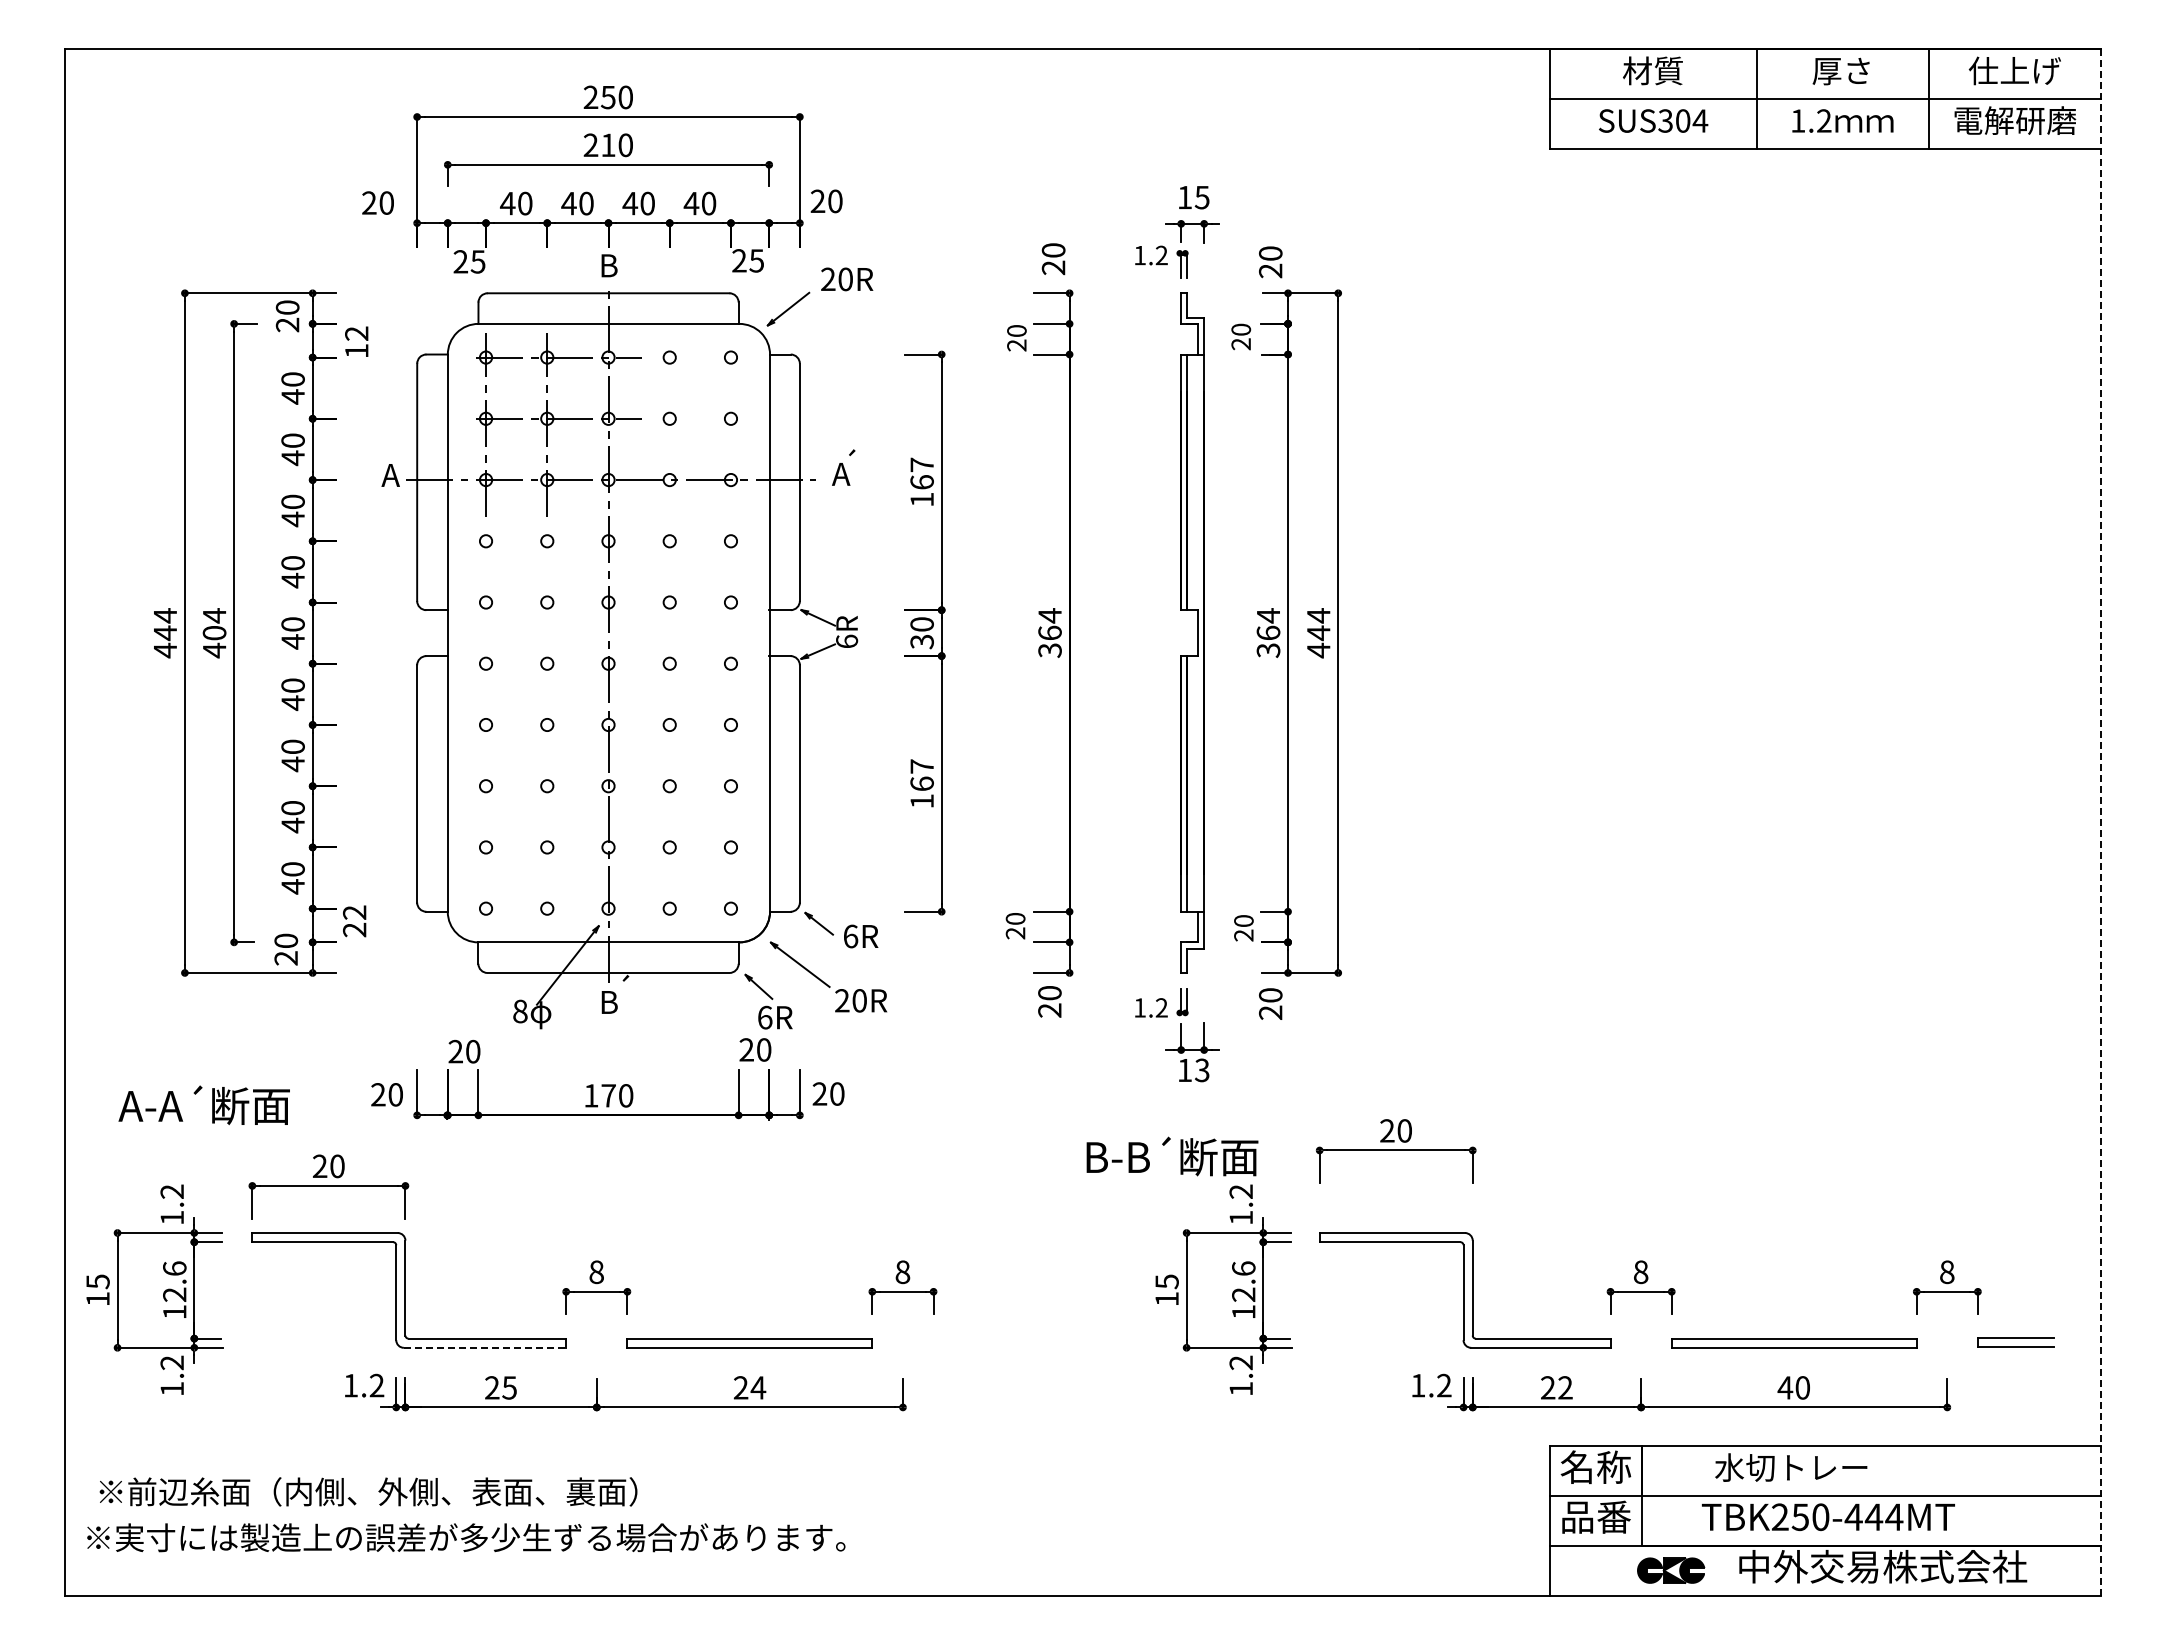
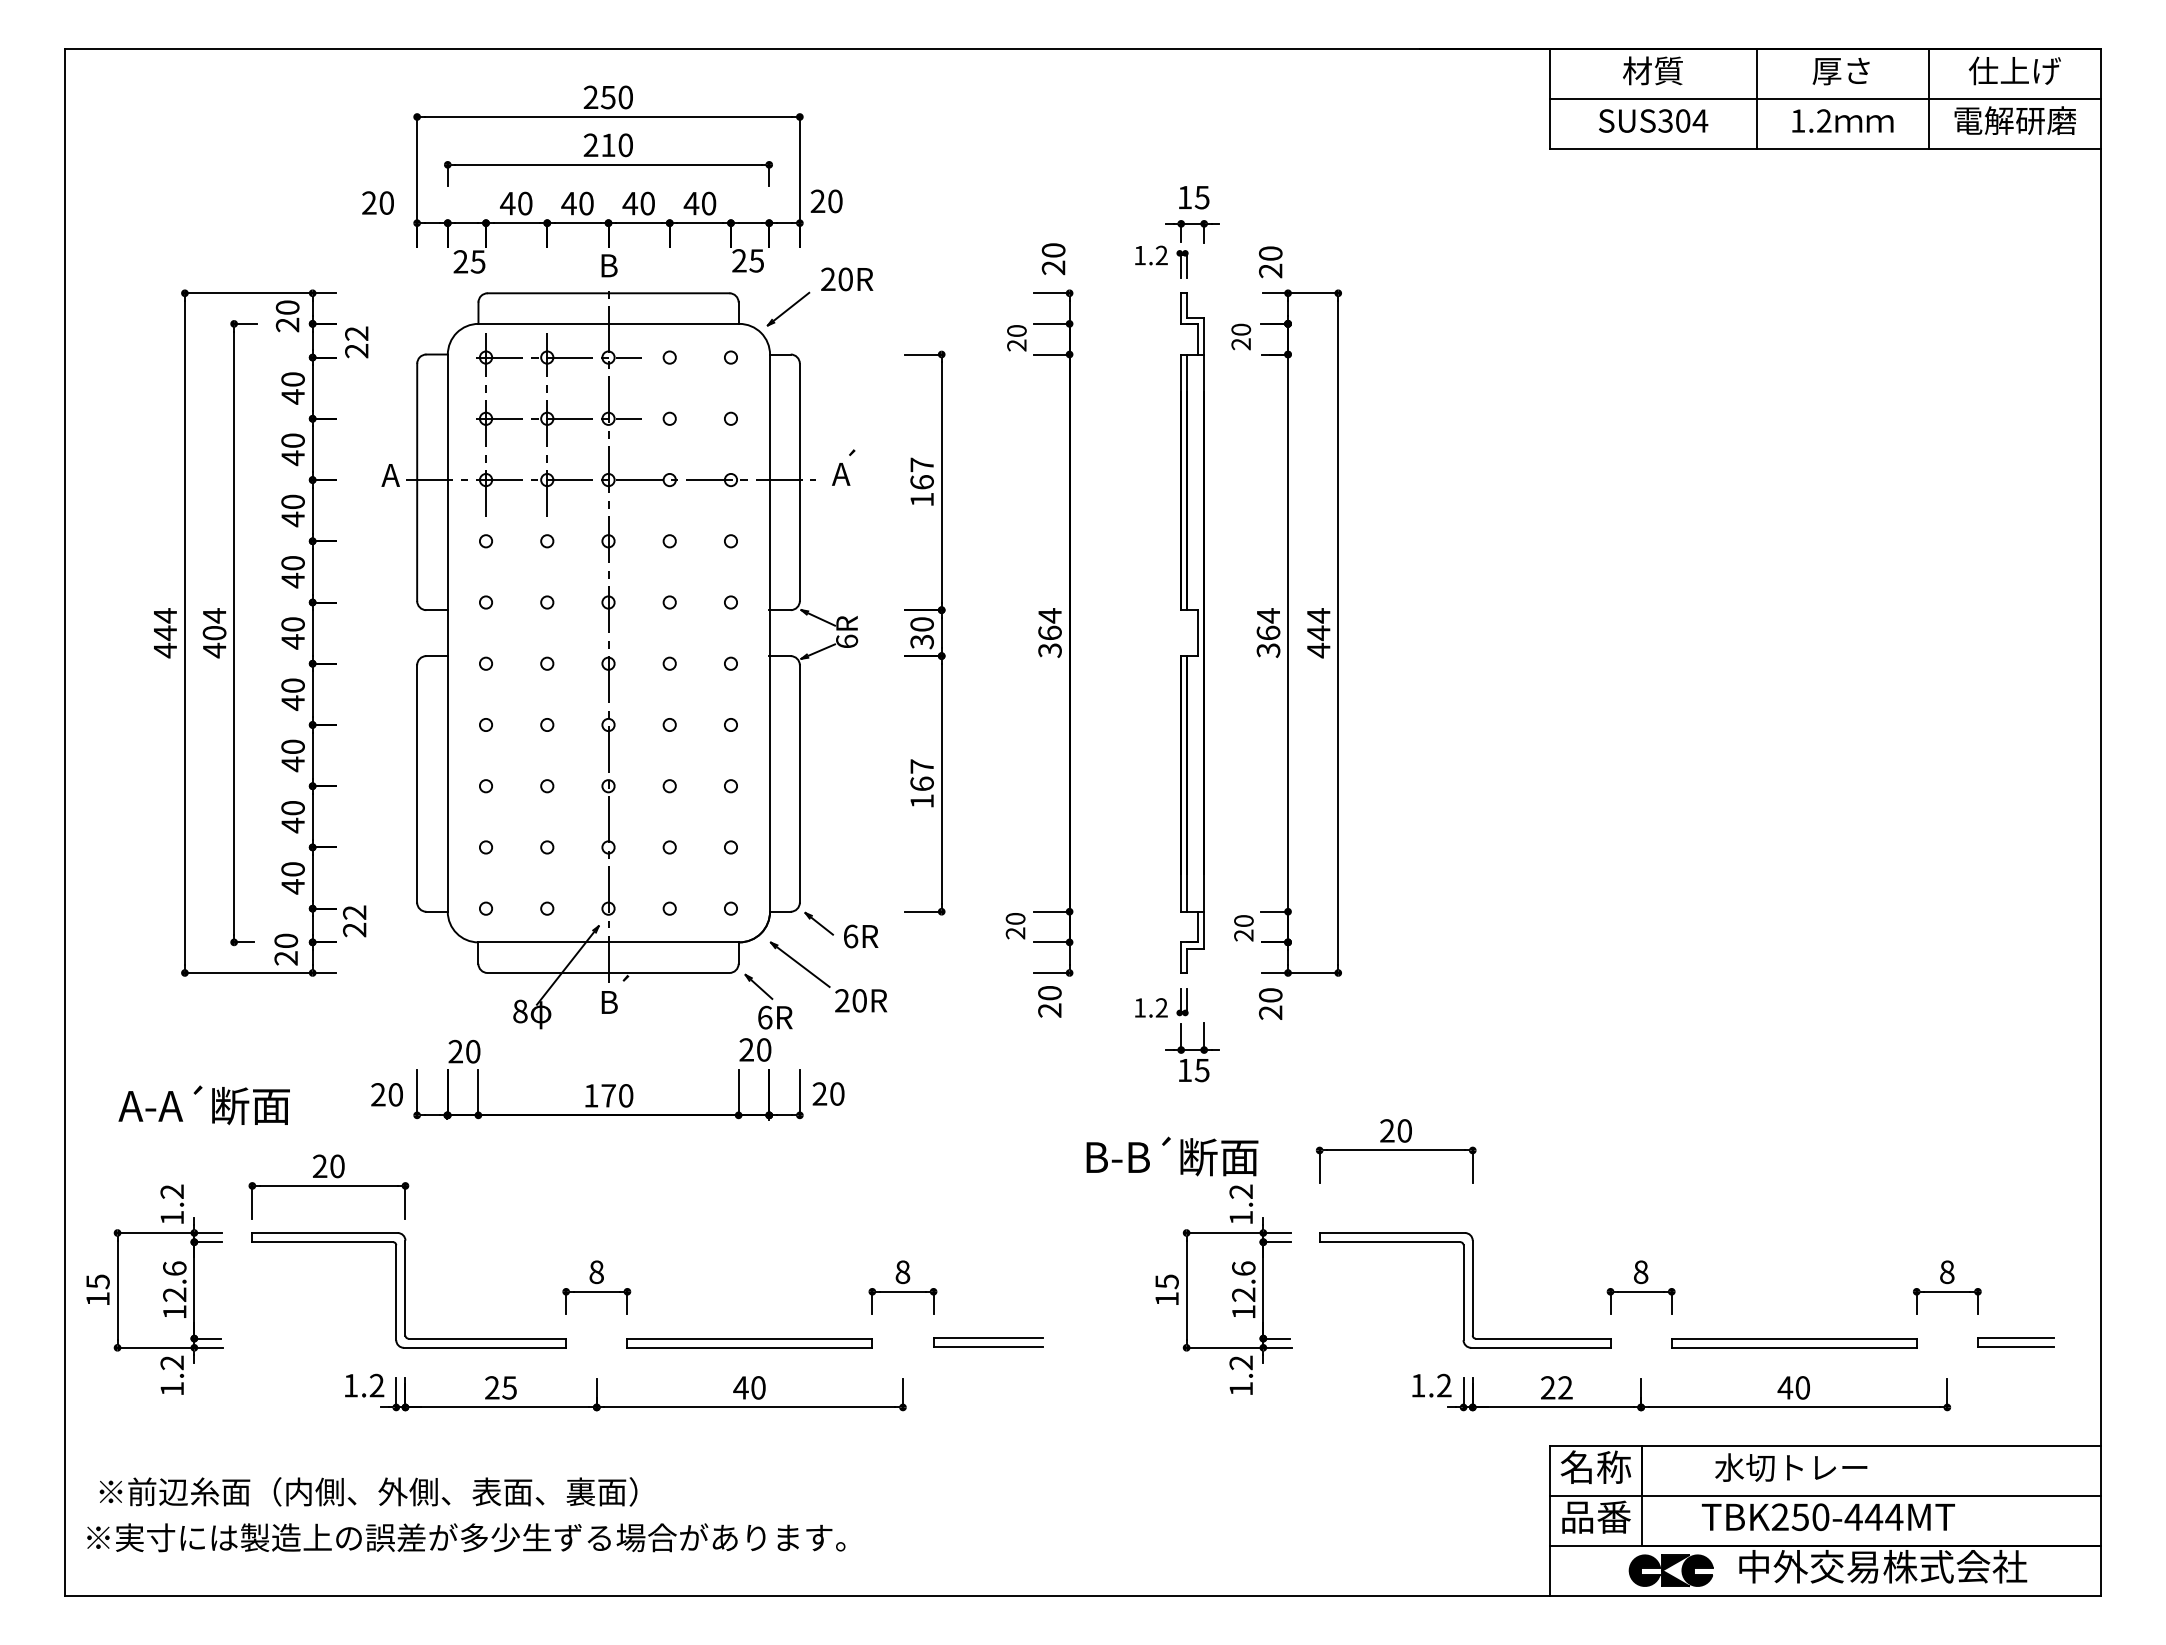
text at (356, 351): 12 -> 22
line at (2101, 822): dashed -> solid
text at (1202, 1069): 13 -> 15
part at (988, 1342): none -> present
line at (485, 1347): dashed -> solid
text at (749, 1387): 24 -> 40
part at (1671, 1570) size: 69x27 px -> 86x33 px
